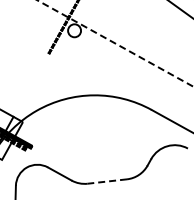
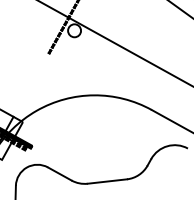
line at (115, 43): dashed -> solid
line at (107, 181): dashed -> solid
